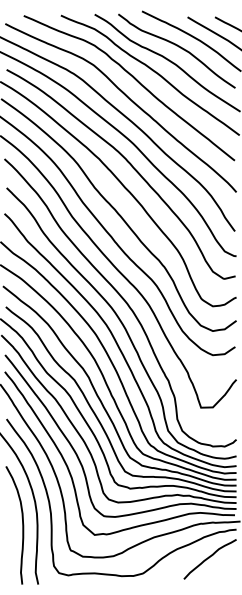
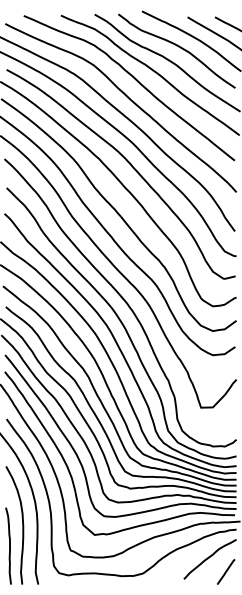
curve at (9, 545): none -> present
line at (226, 571): none -> present
